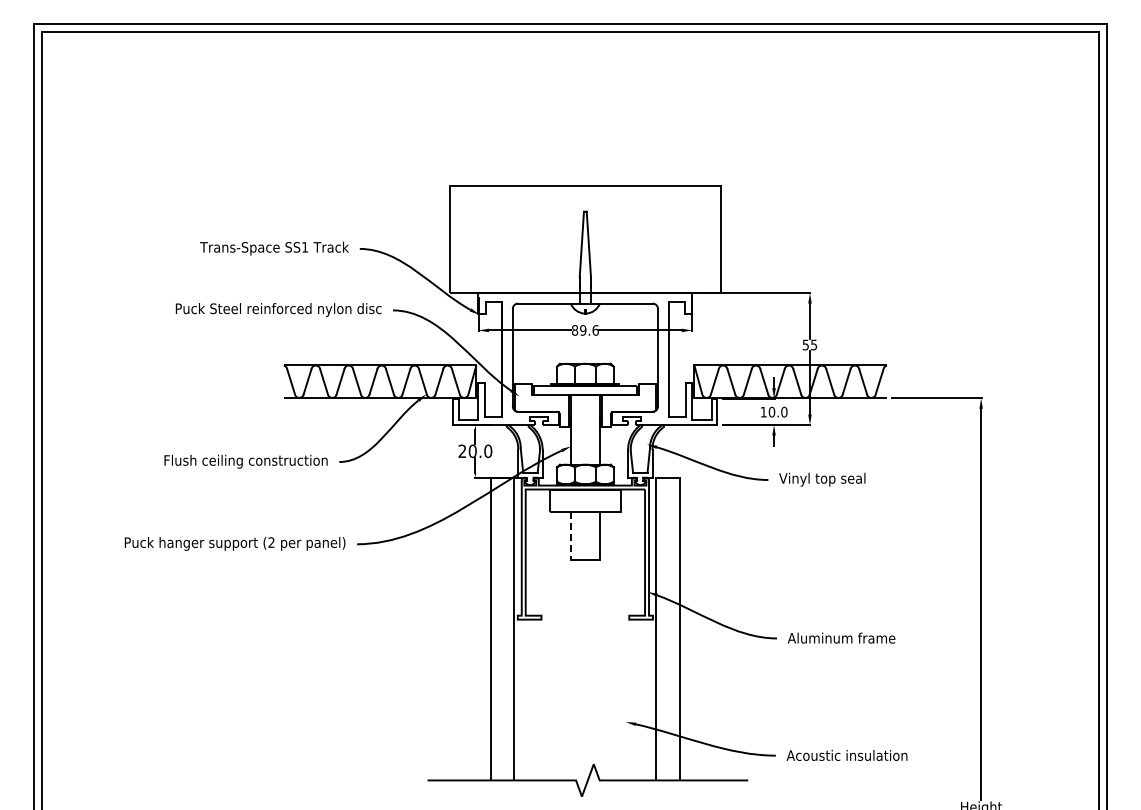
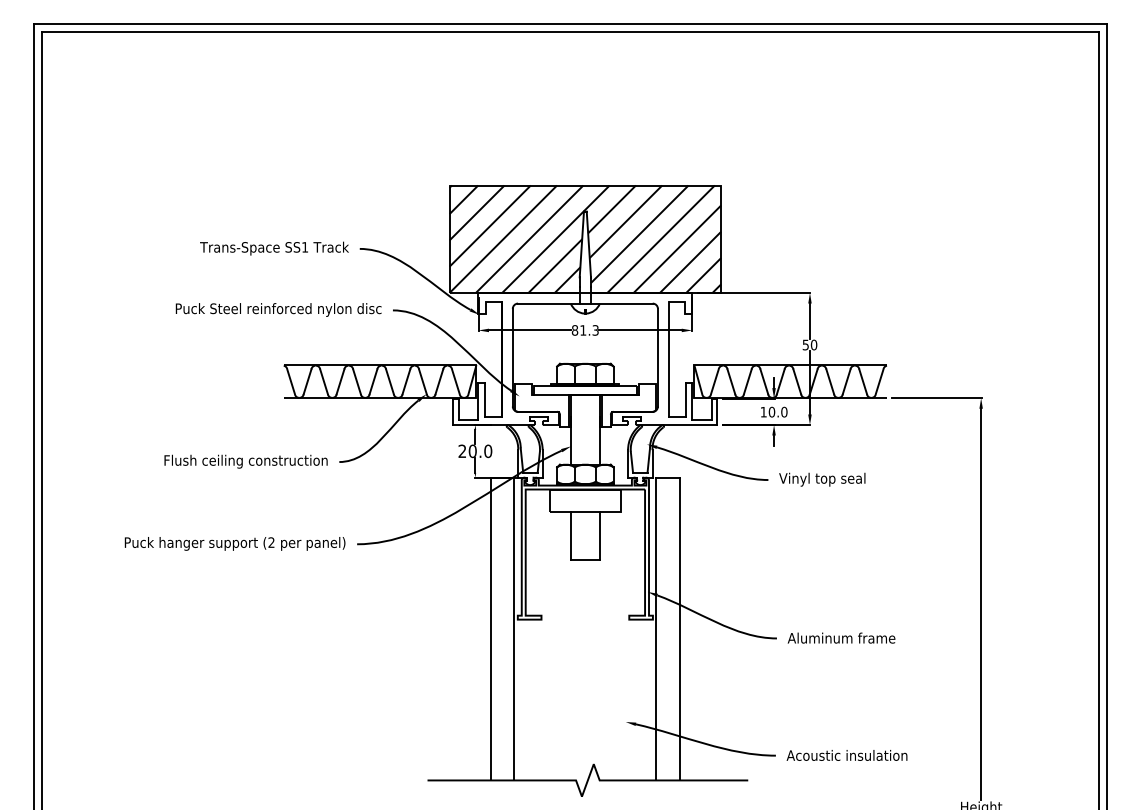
hatch at (585, 239): none -> present
text at (589, 330): 89.6 -> 81.3
text at (813, 344): 55 -> 50
line at (571, 535): dashed -> solid
